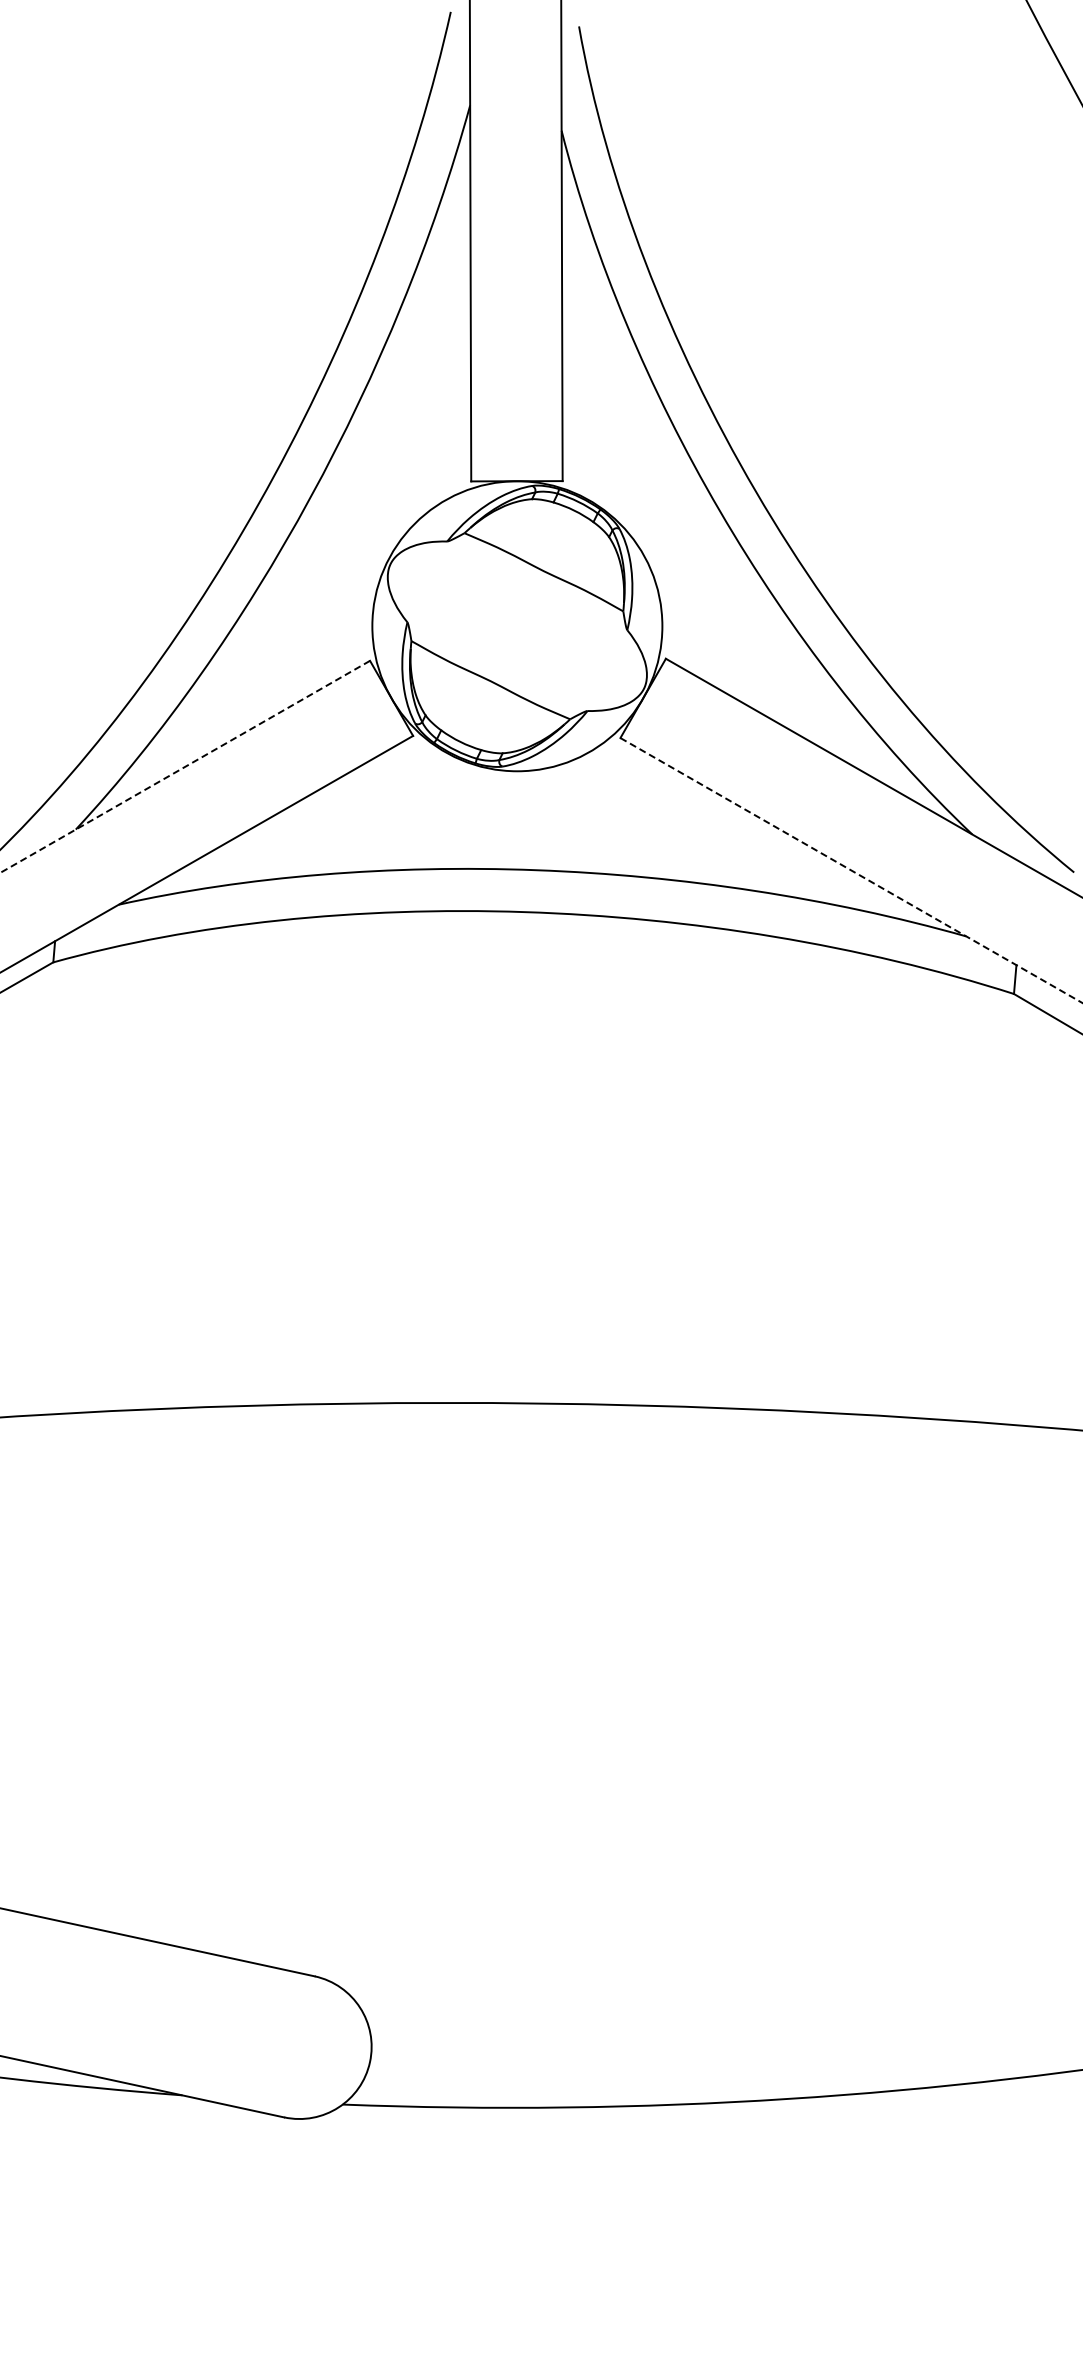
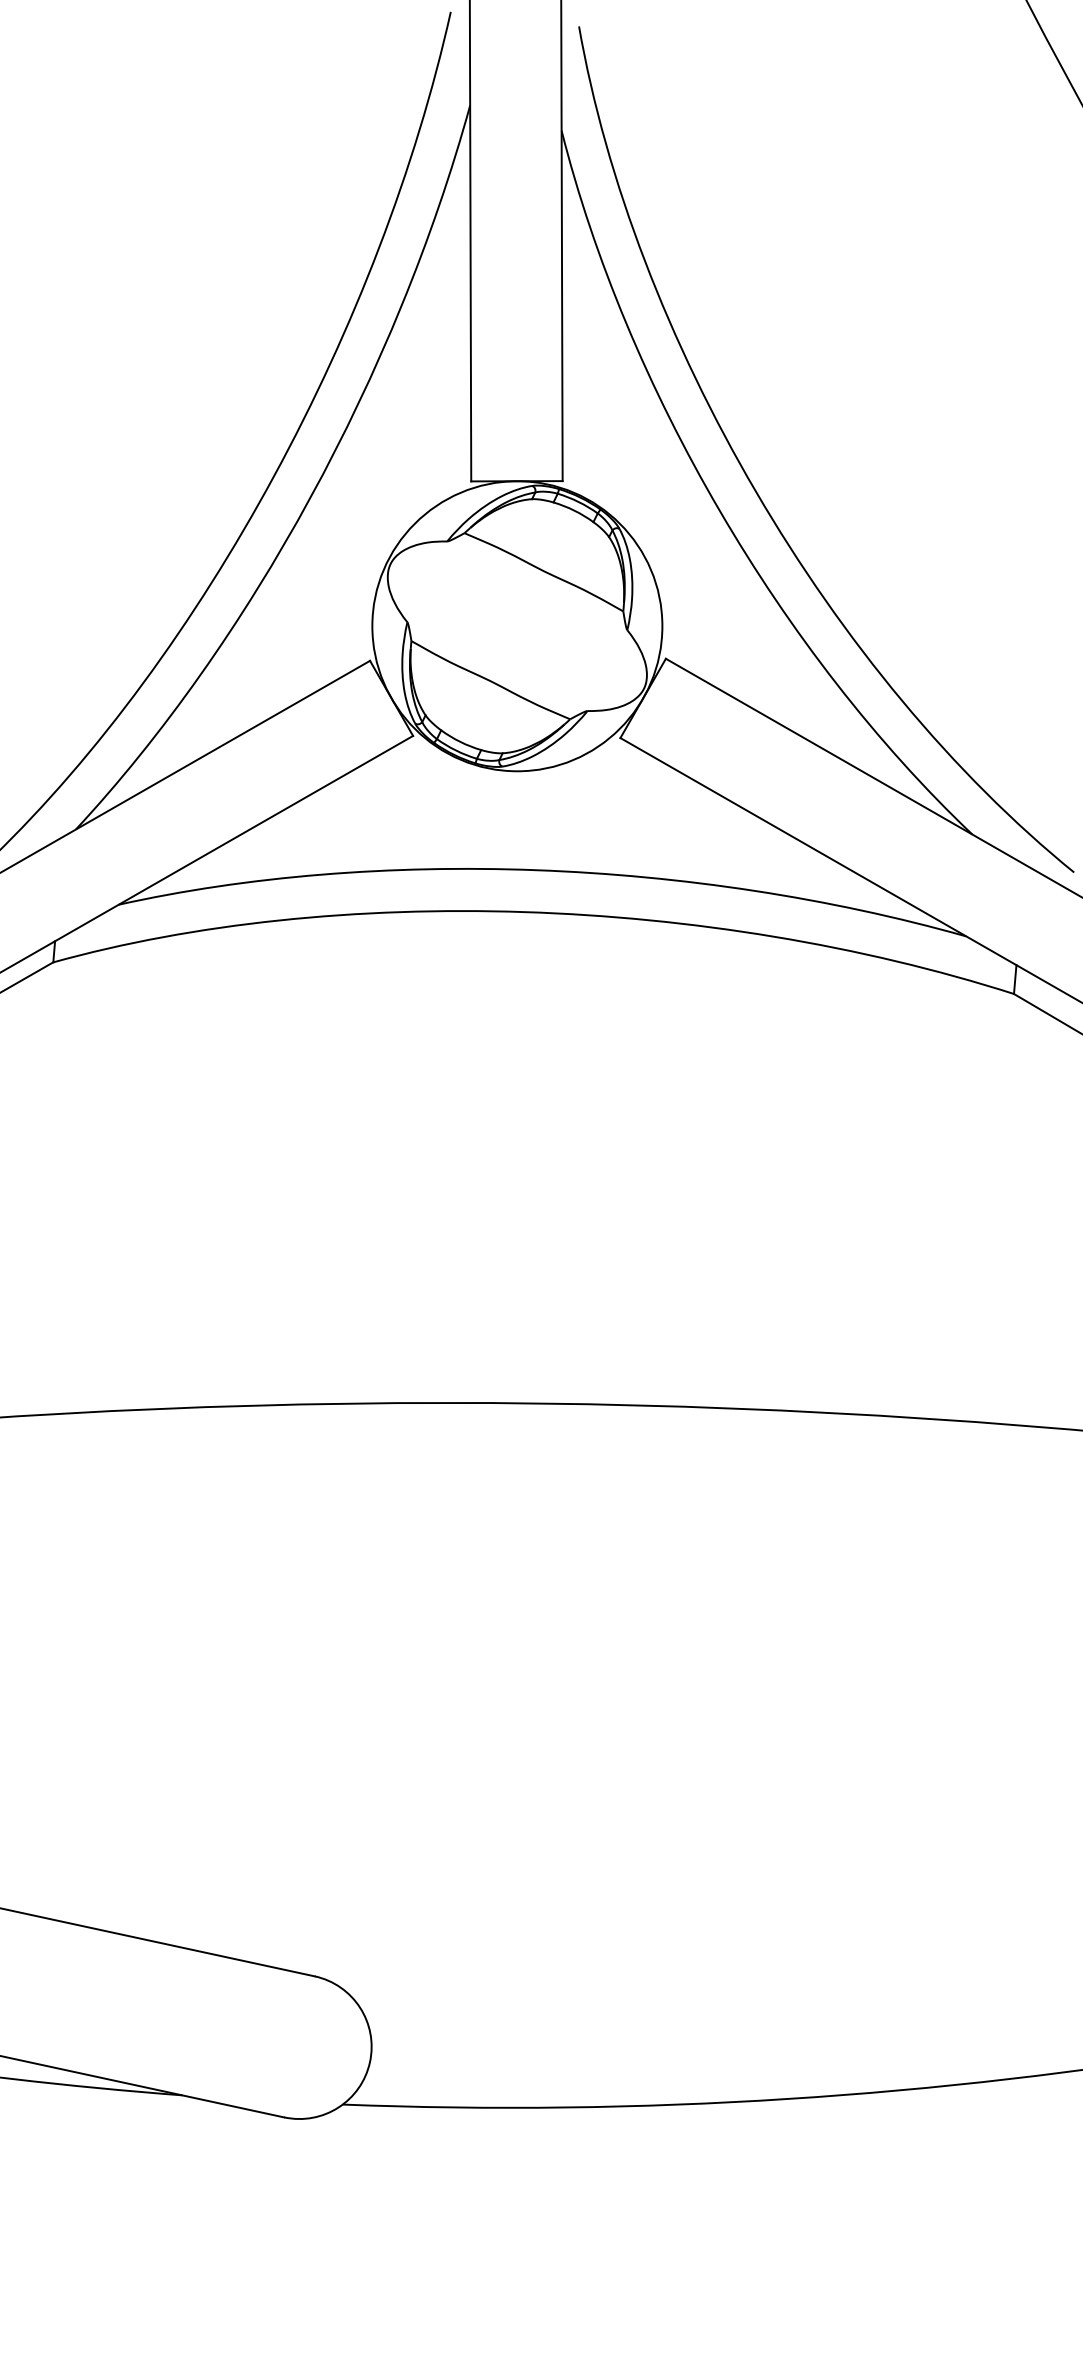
line at (185, 766): dashed -> solid
line at (852, 870): dashed -> solid
